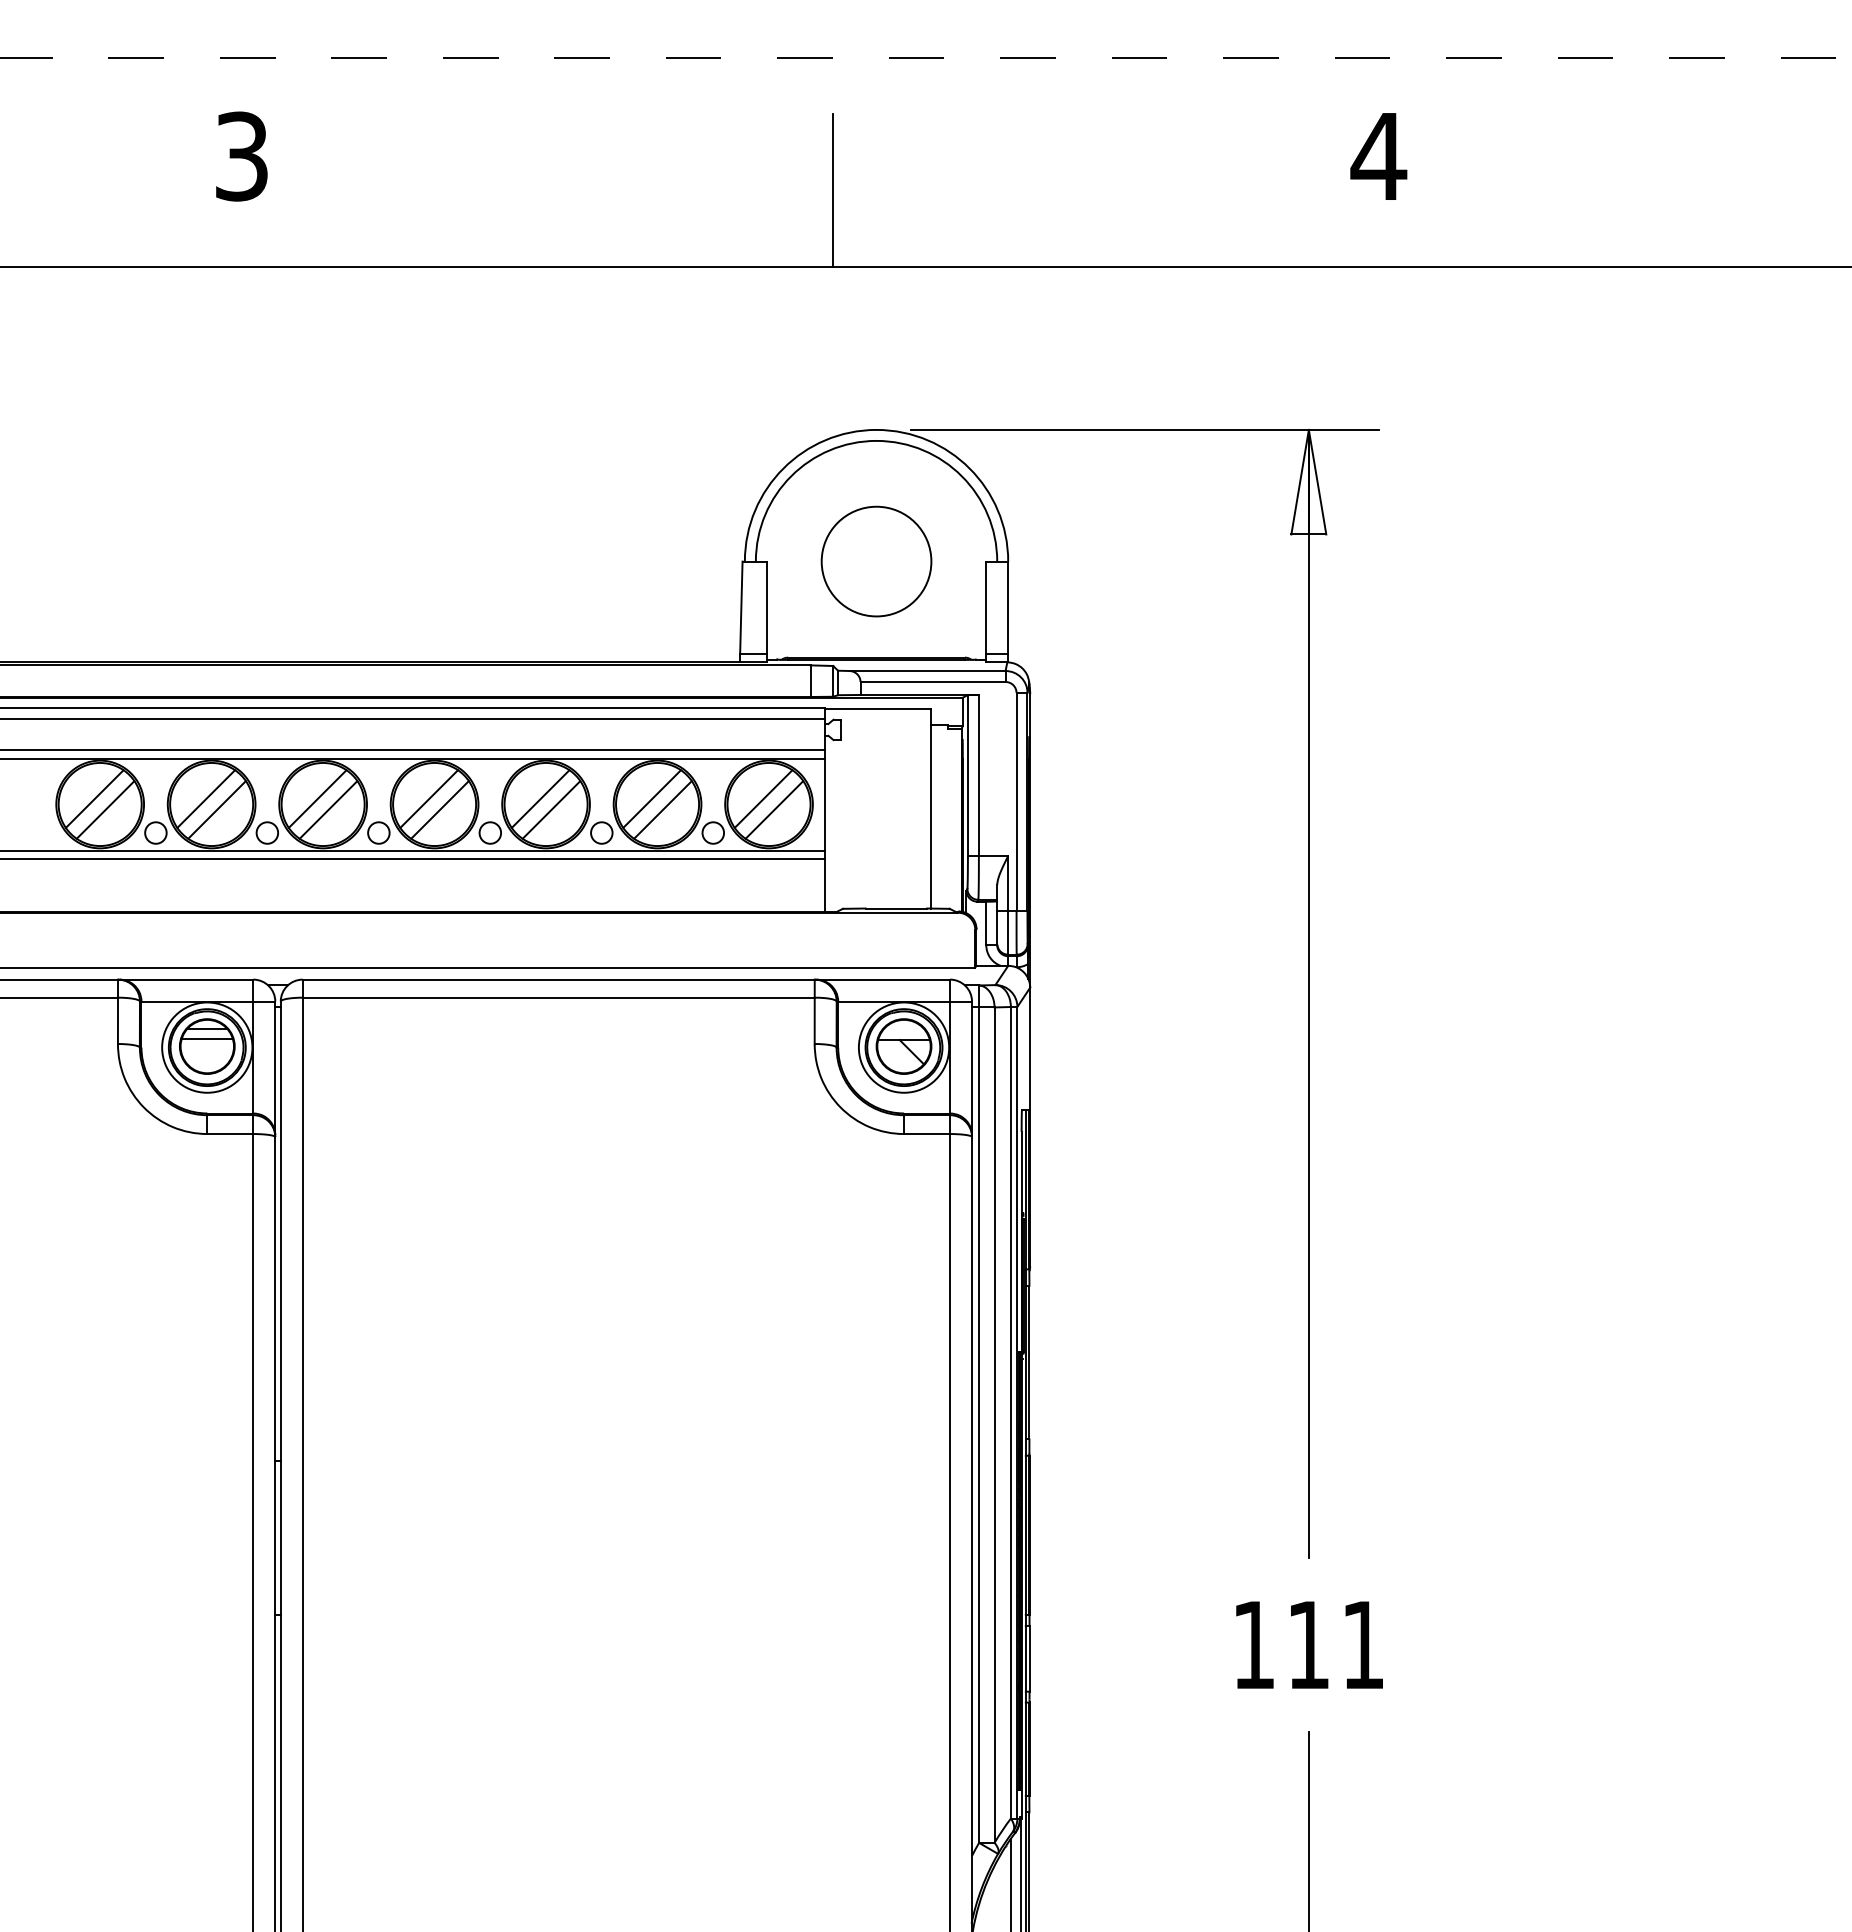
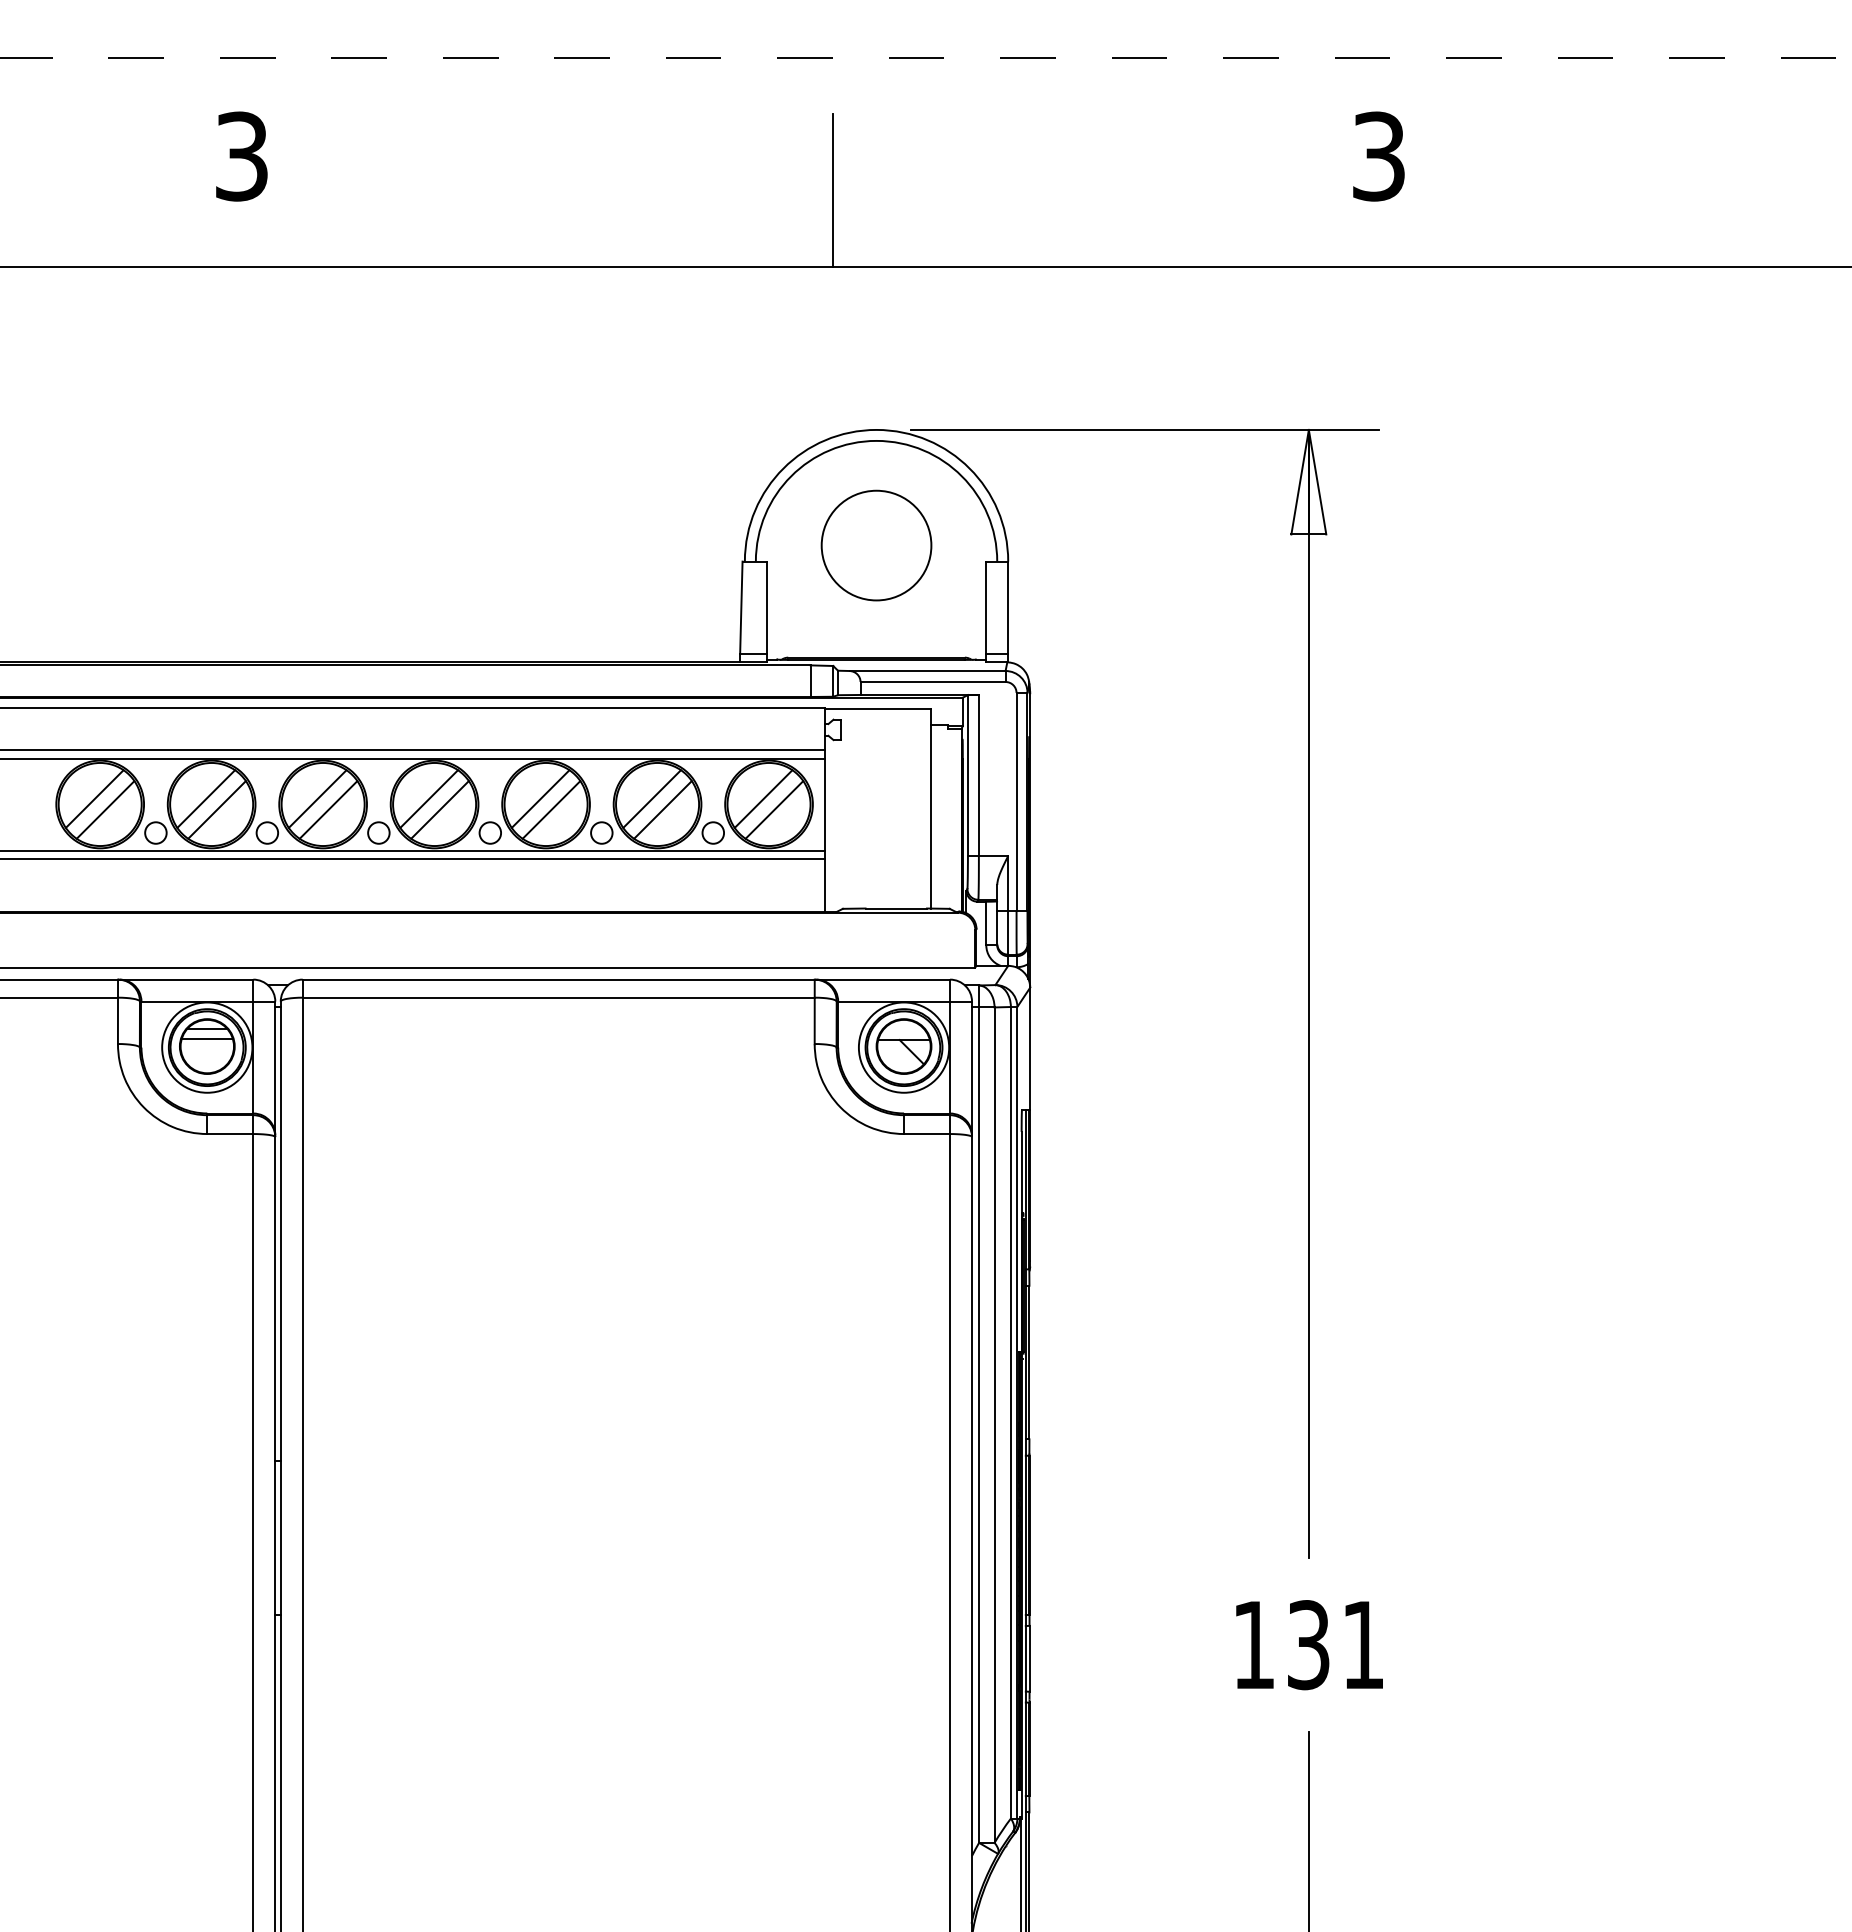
text at (1378, 156): 4 -> 3
circle at (876, 561) position: (876, 561) -> (876, 545)
line at (413, 718): present -> none
text at (1308, 1645): 111 -> 131
line at (1010, 1883): present -> none
